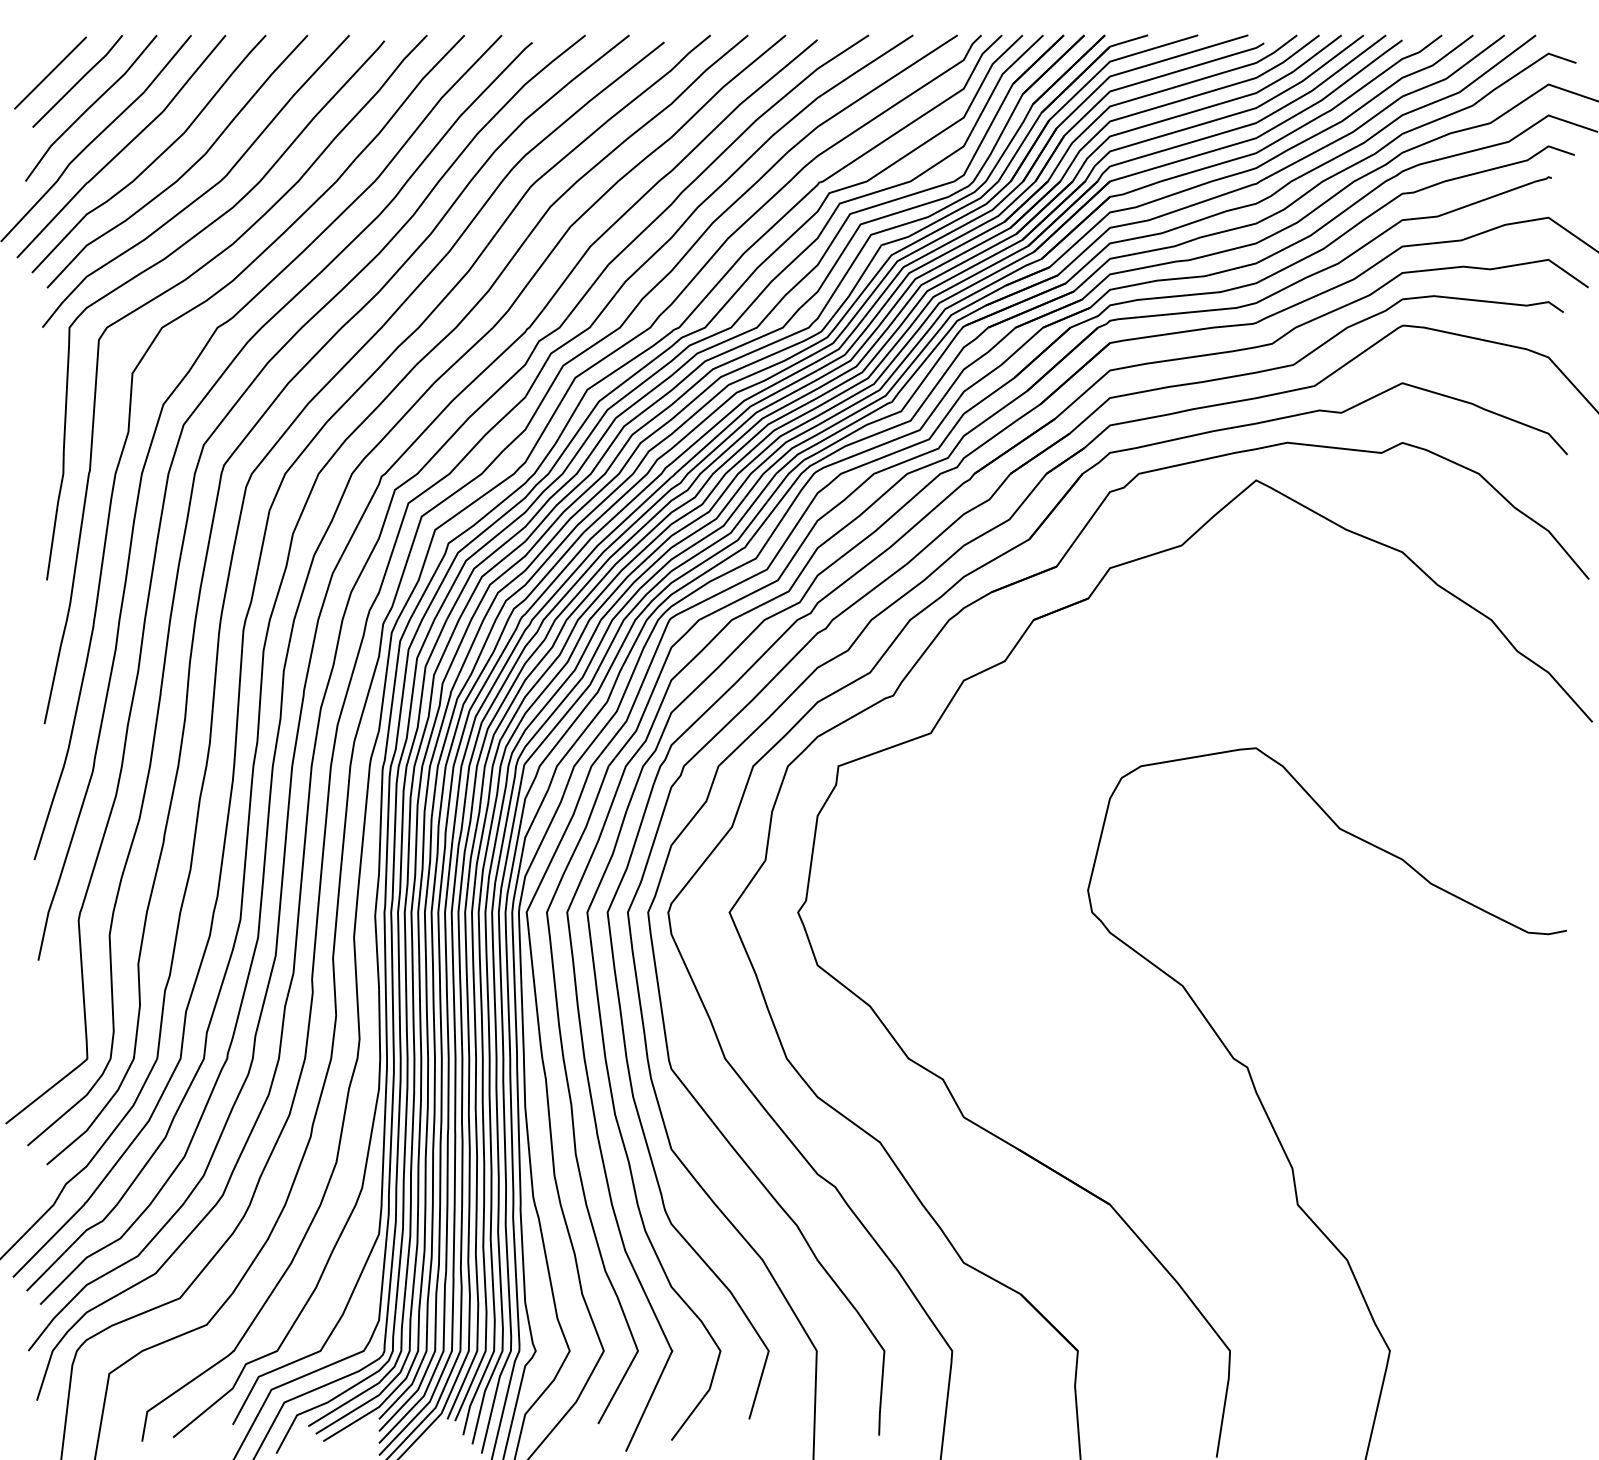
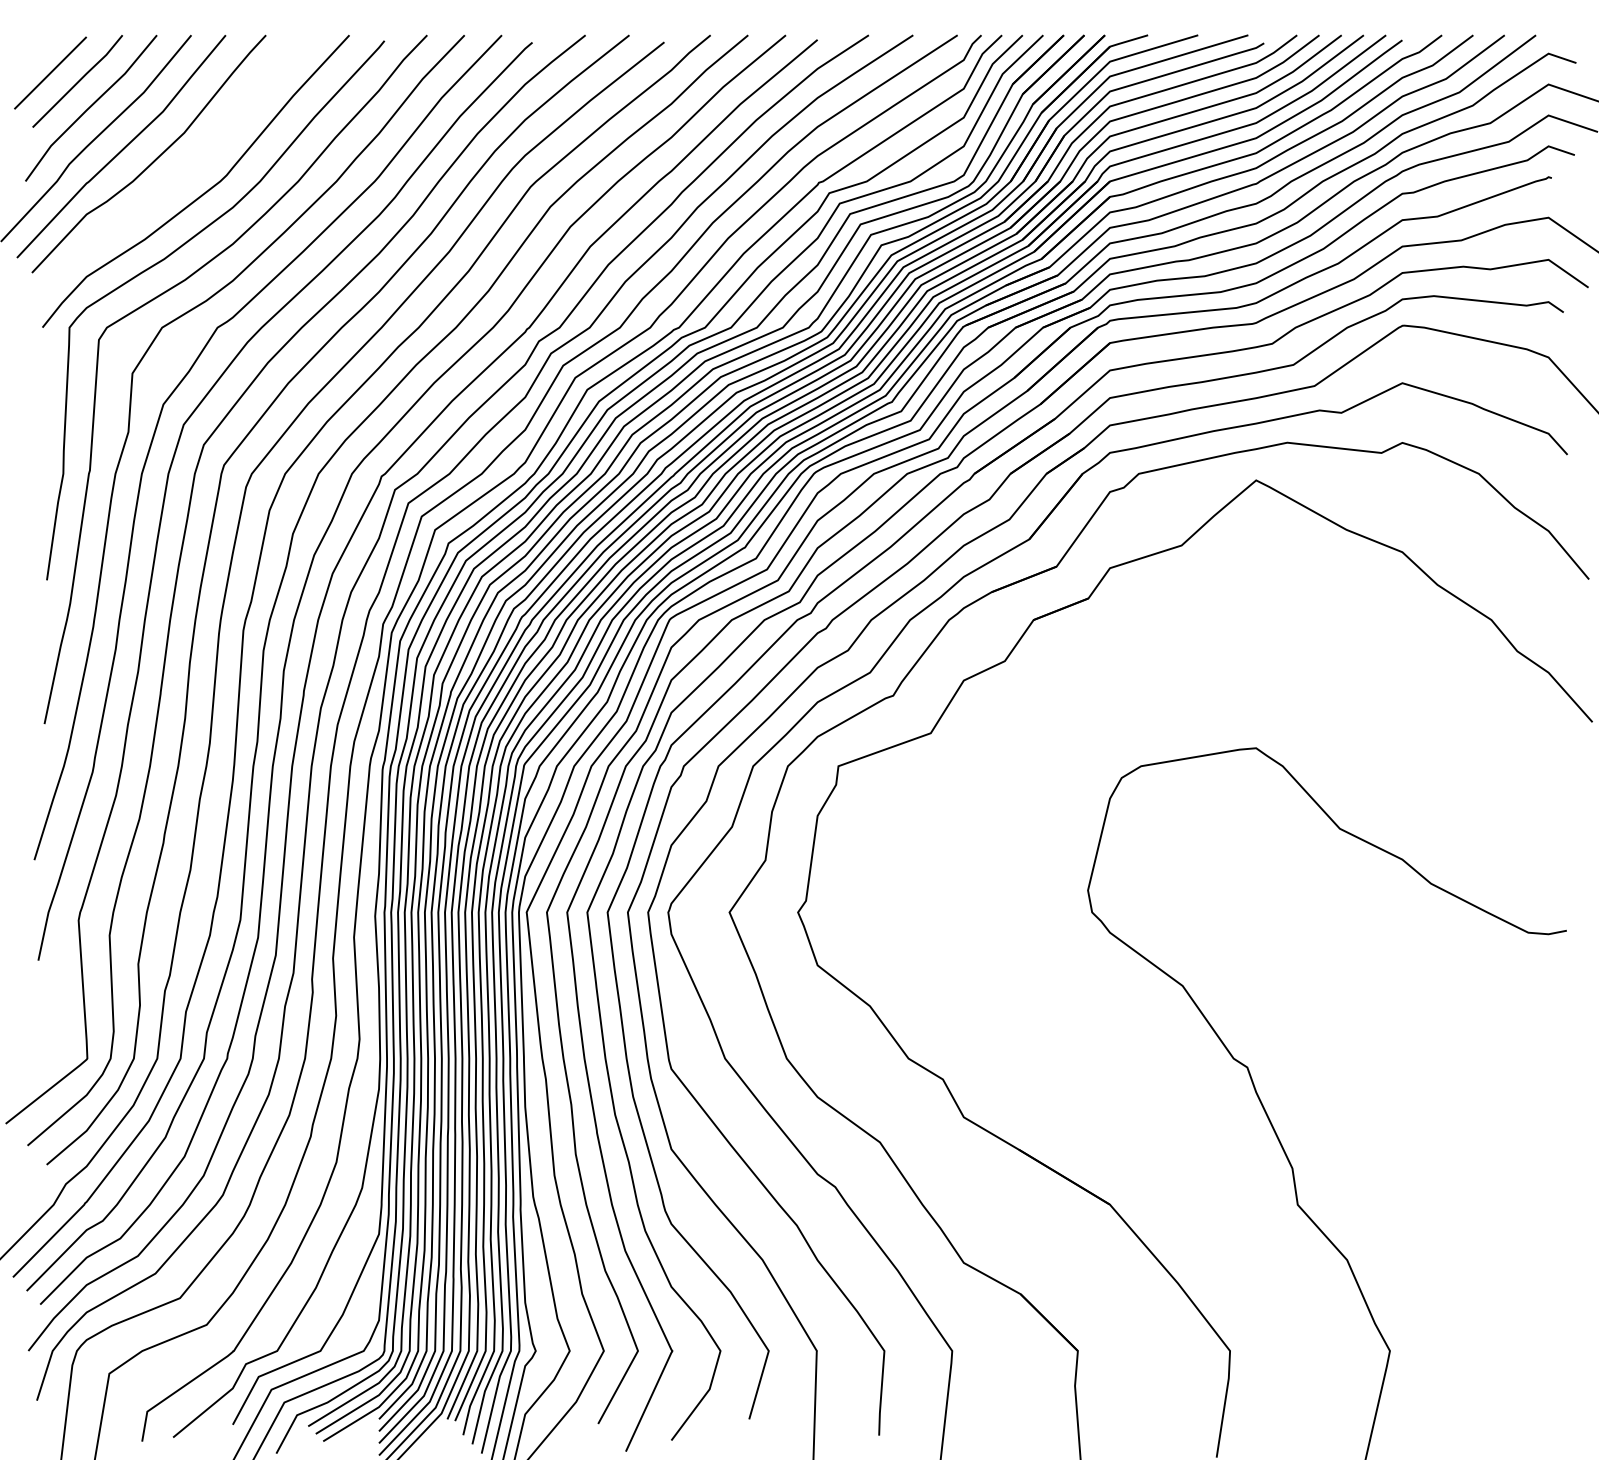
curve at (186, 170): present -> none
